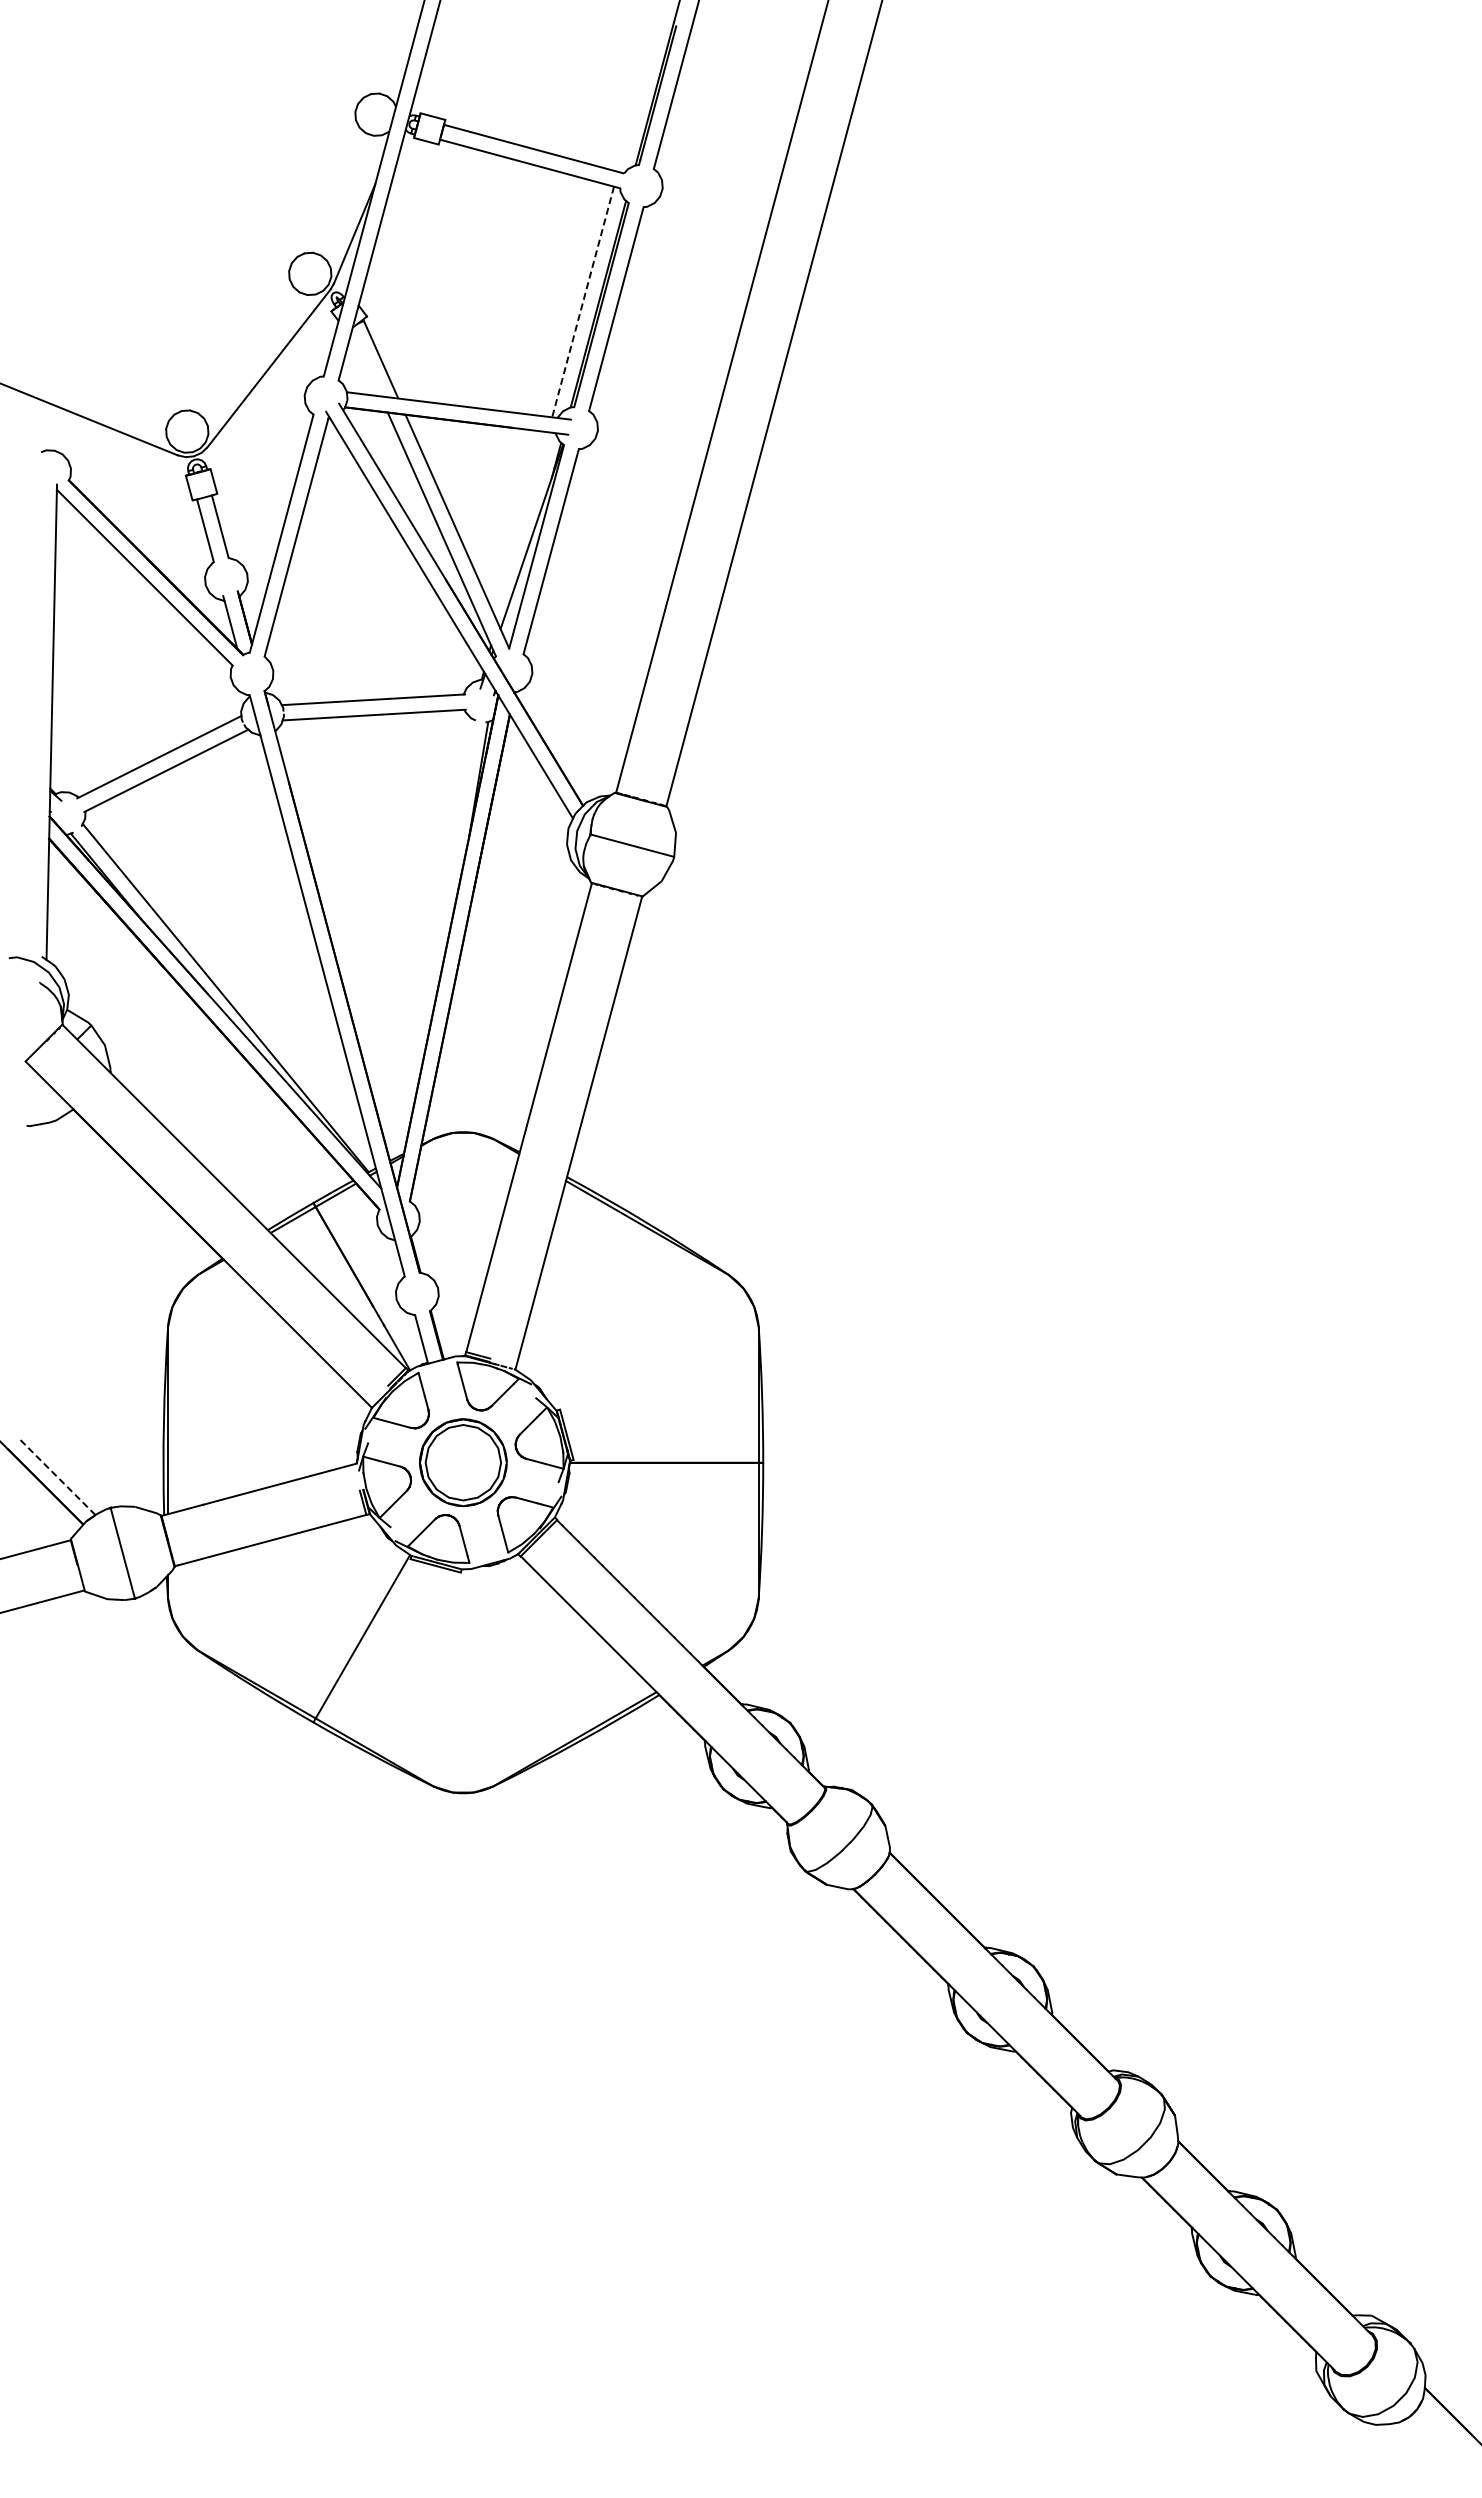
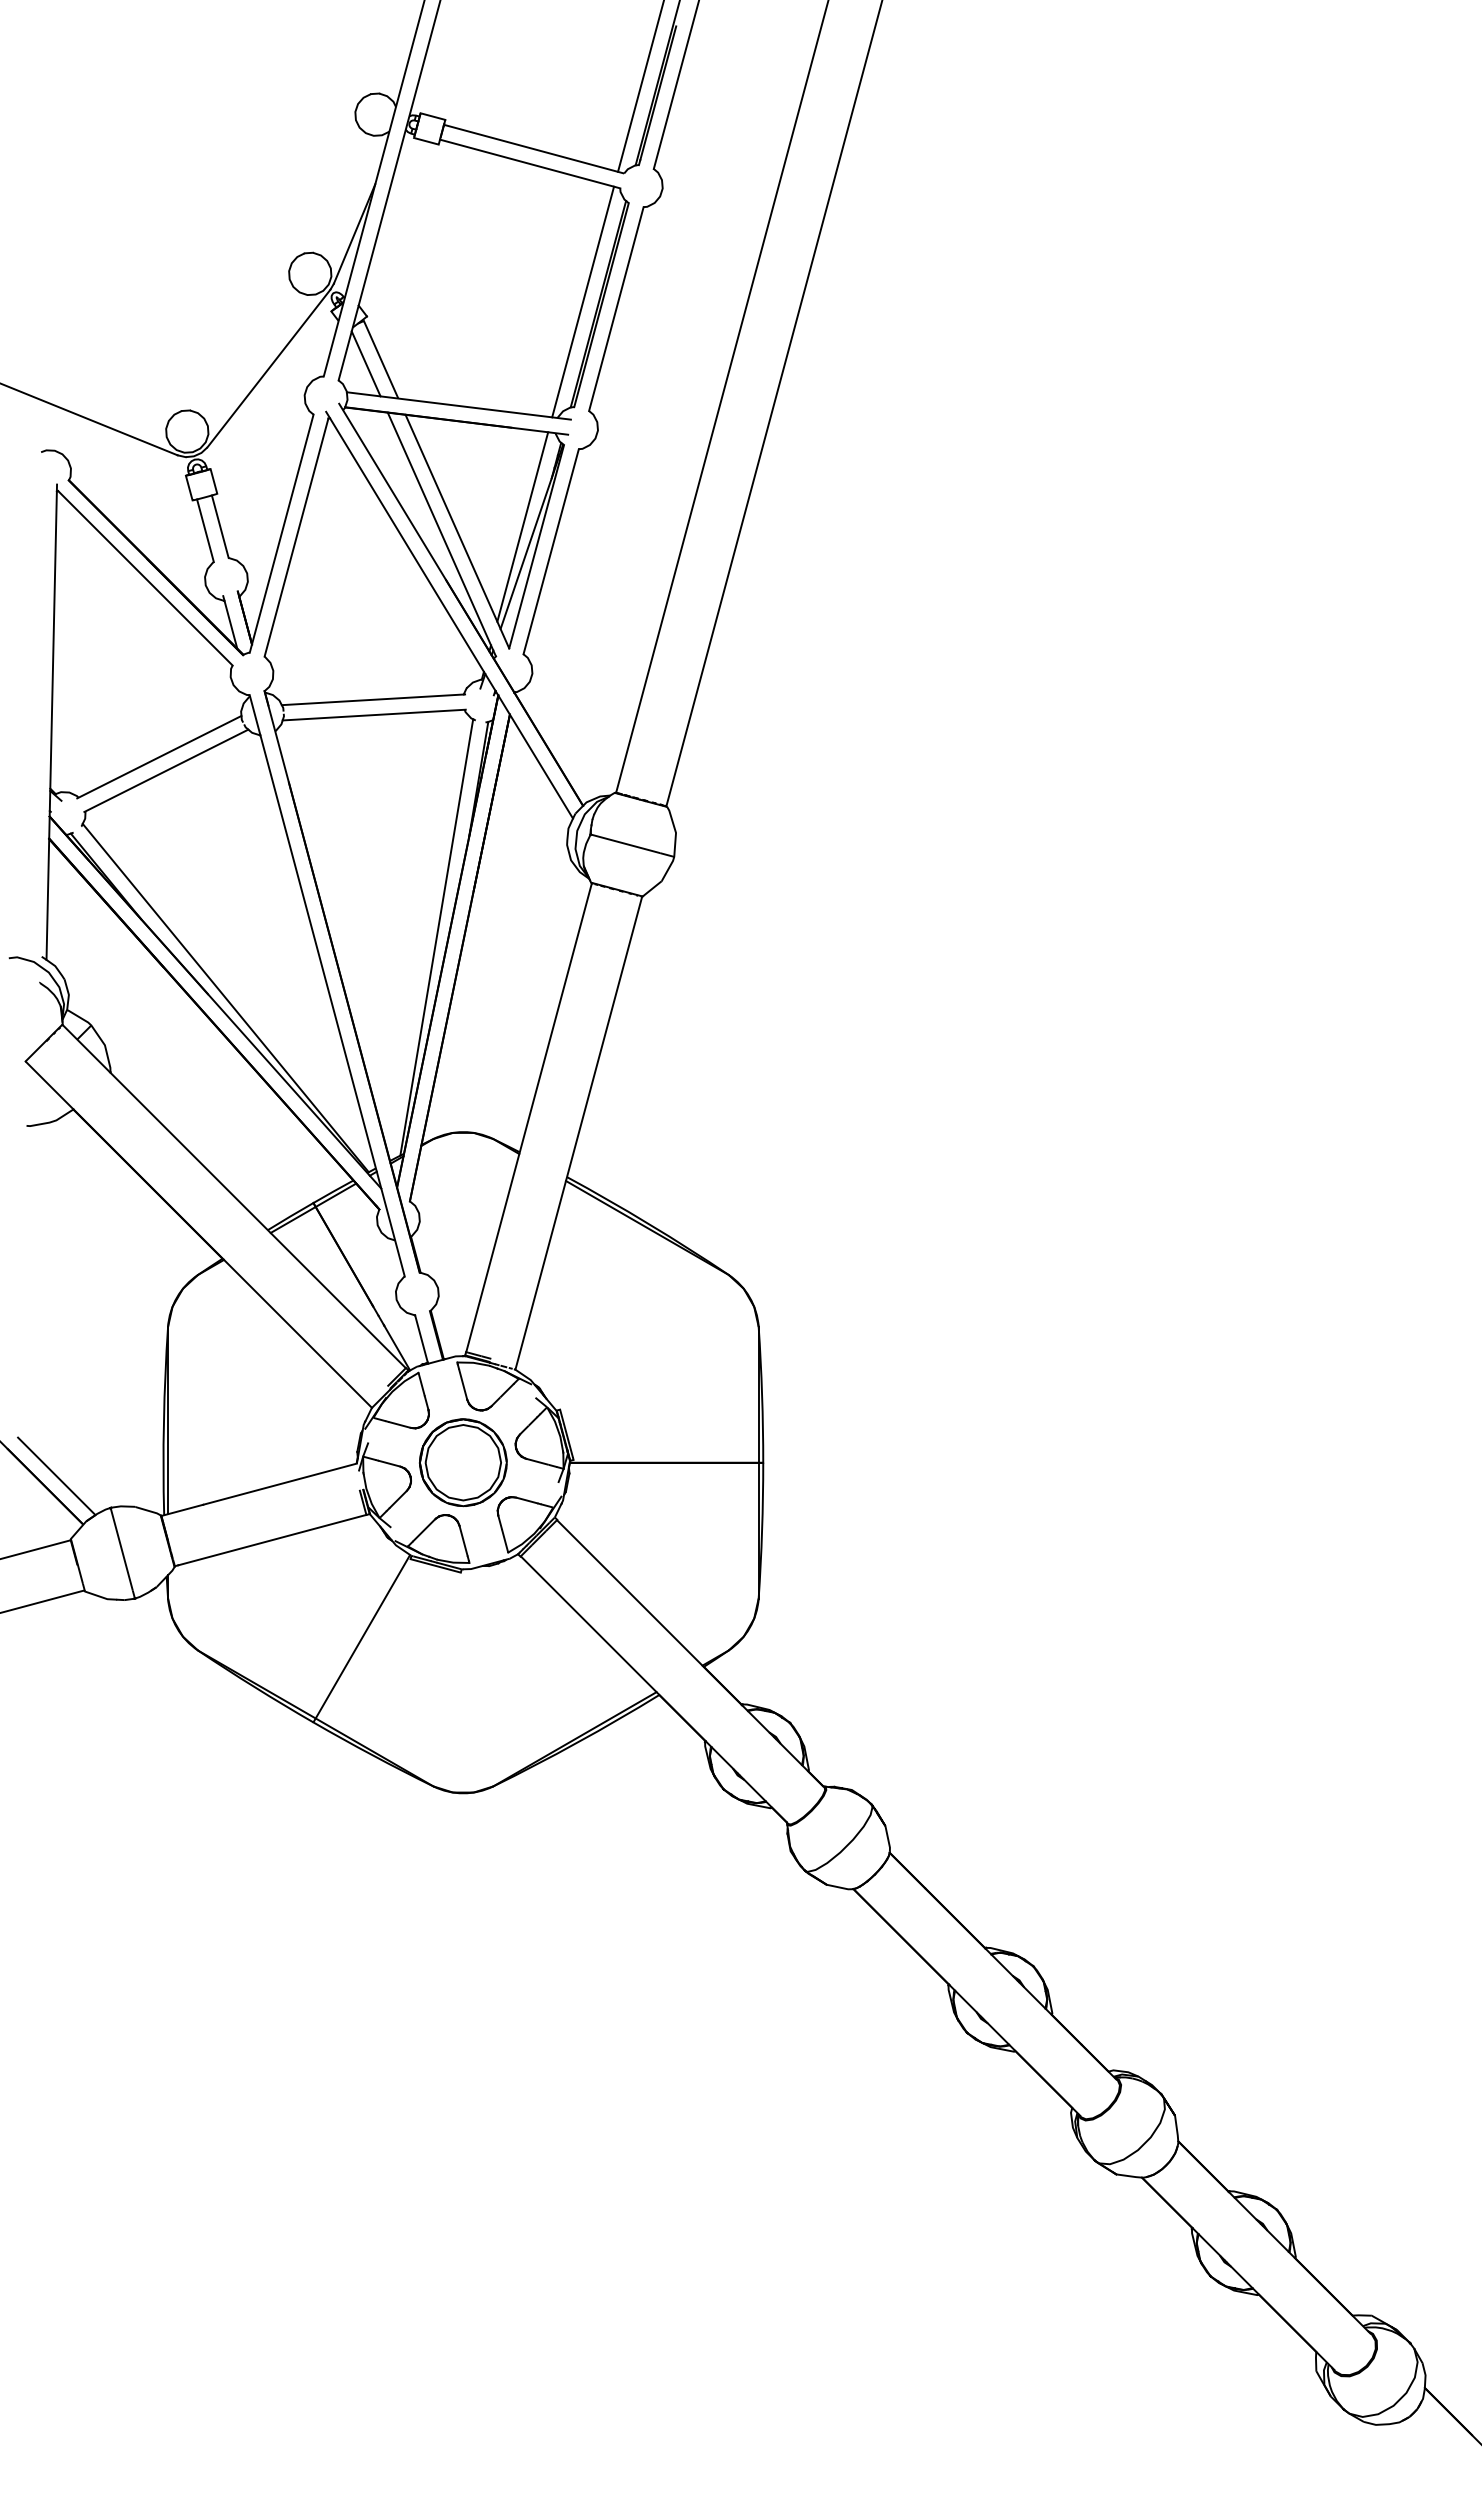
line at (640, 86): none -> present
line at (582, 302): dashed -> solid
line at (365, 363): none -> present
line at (522, 526): none -> present
line at (436, 937): none -> present
line at (56, 1476): dashed -> solid
